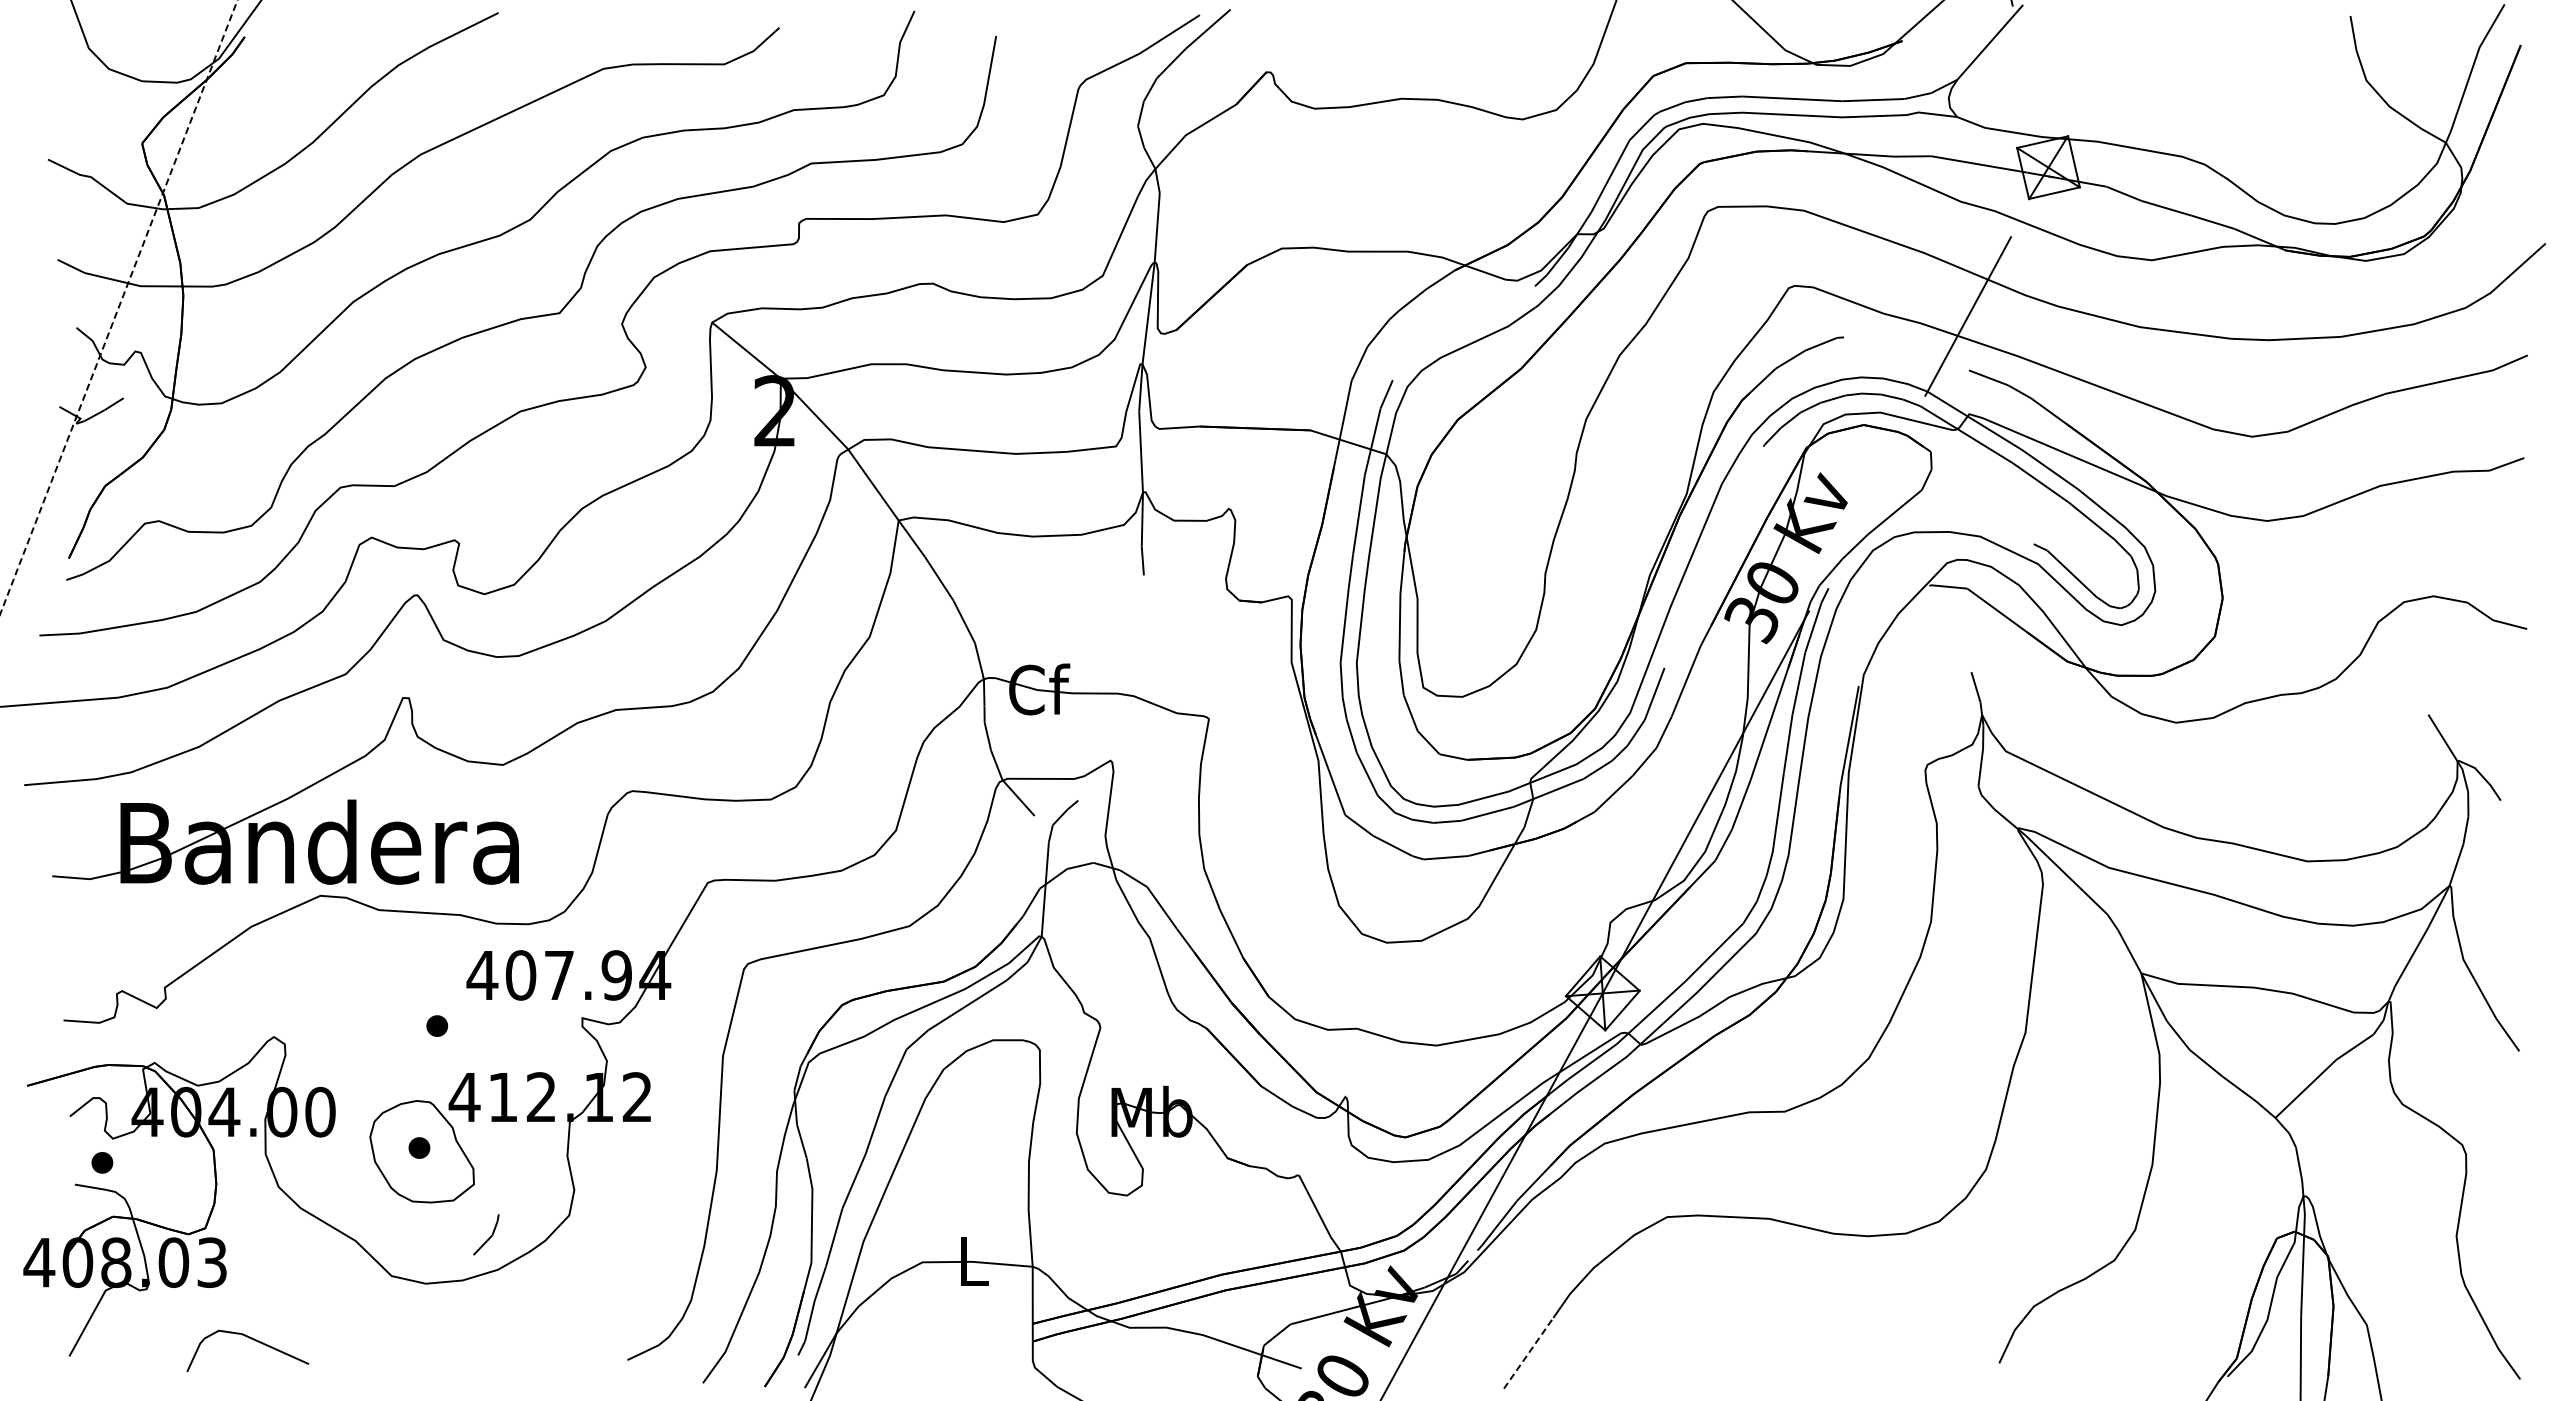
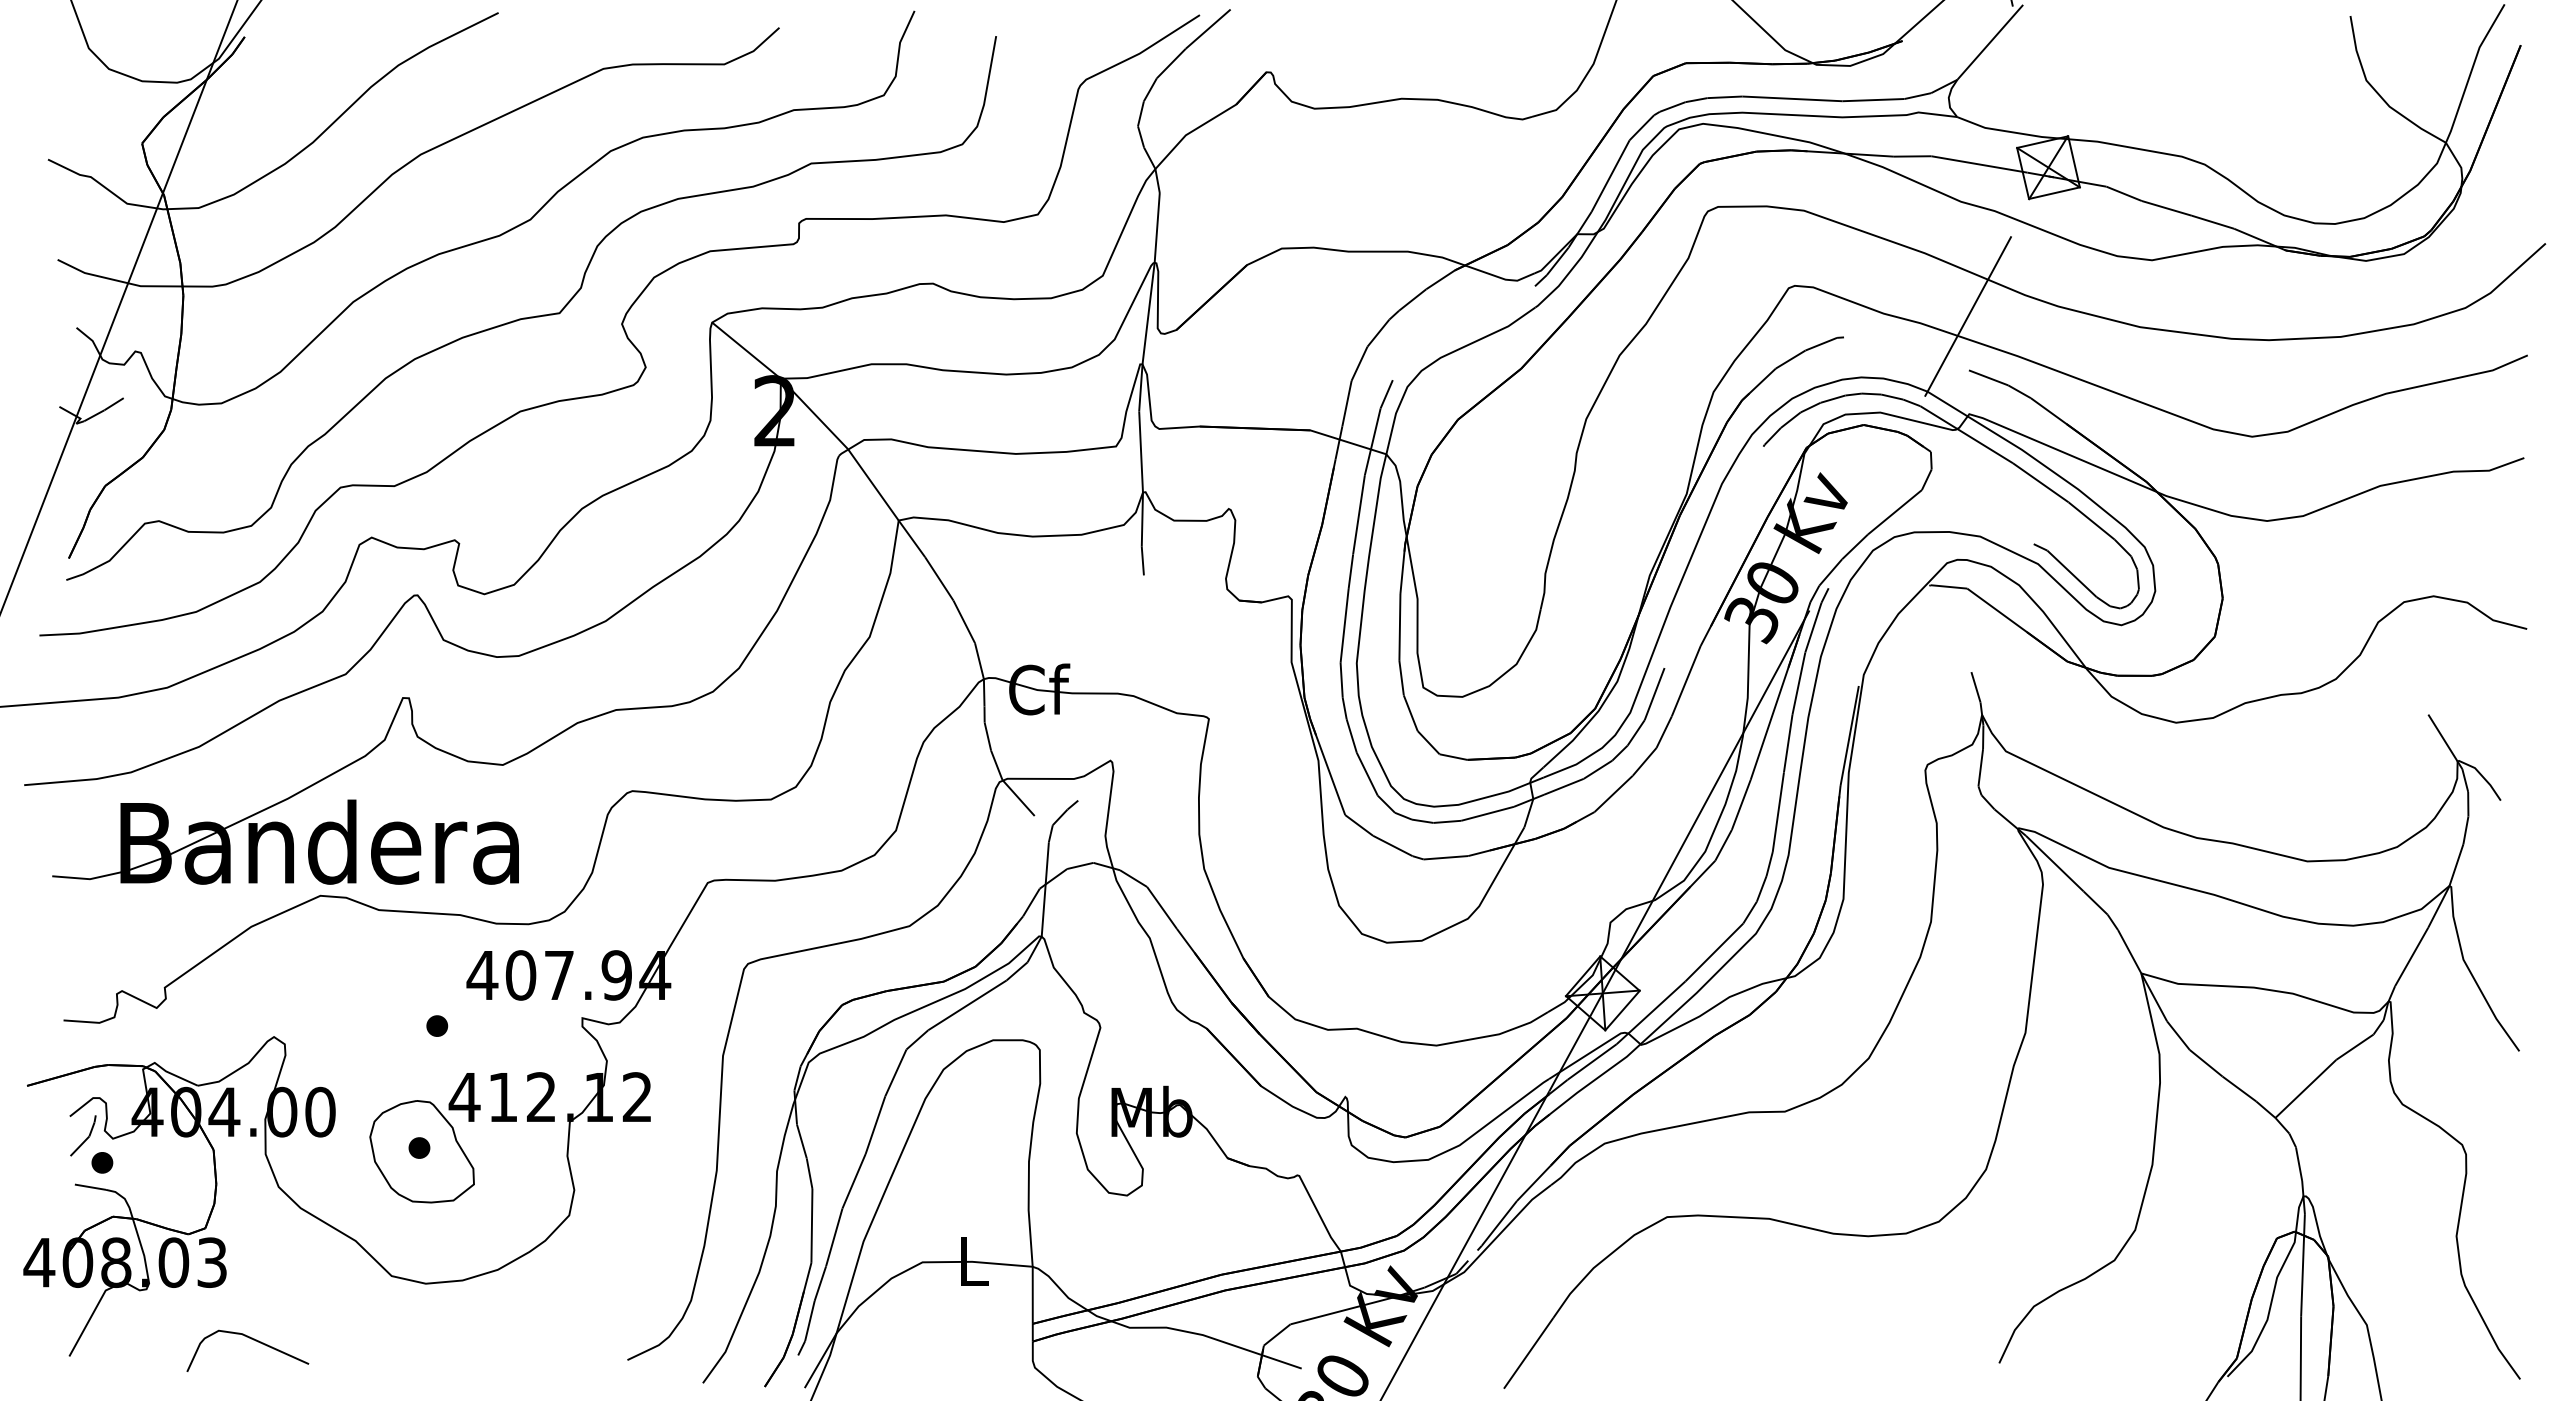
line at (118, 307): dashed -> solid
line at (489, 1237) position: (489, 1237) -> (86, 1138)
line at (1528, 1352): dashed -> solid
